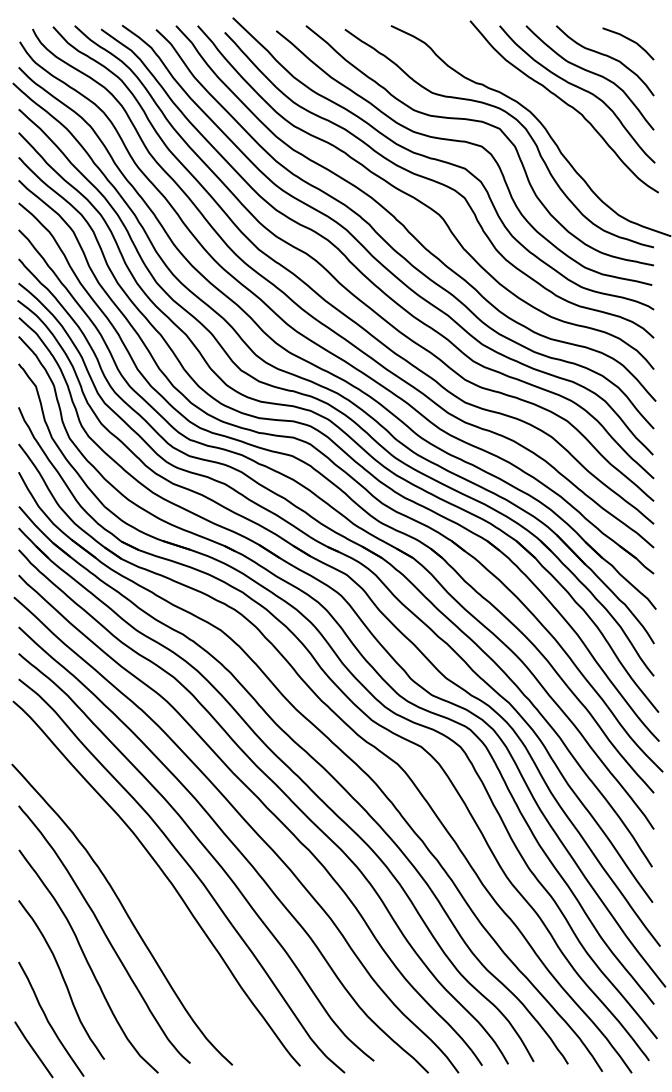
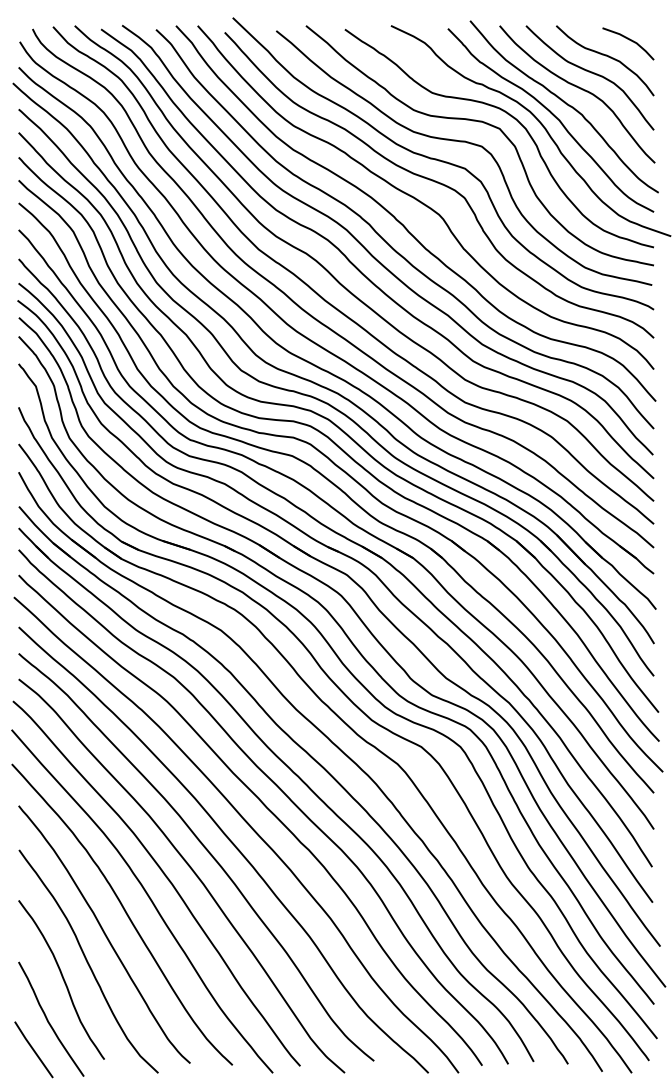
curve at (553, 116): none -> present
curve at (147, 896): none -> present
